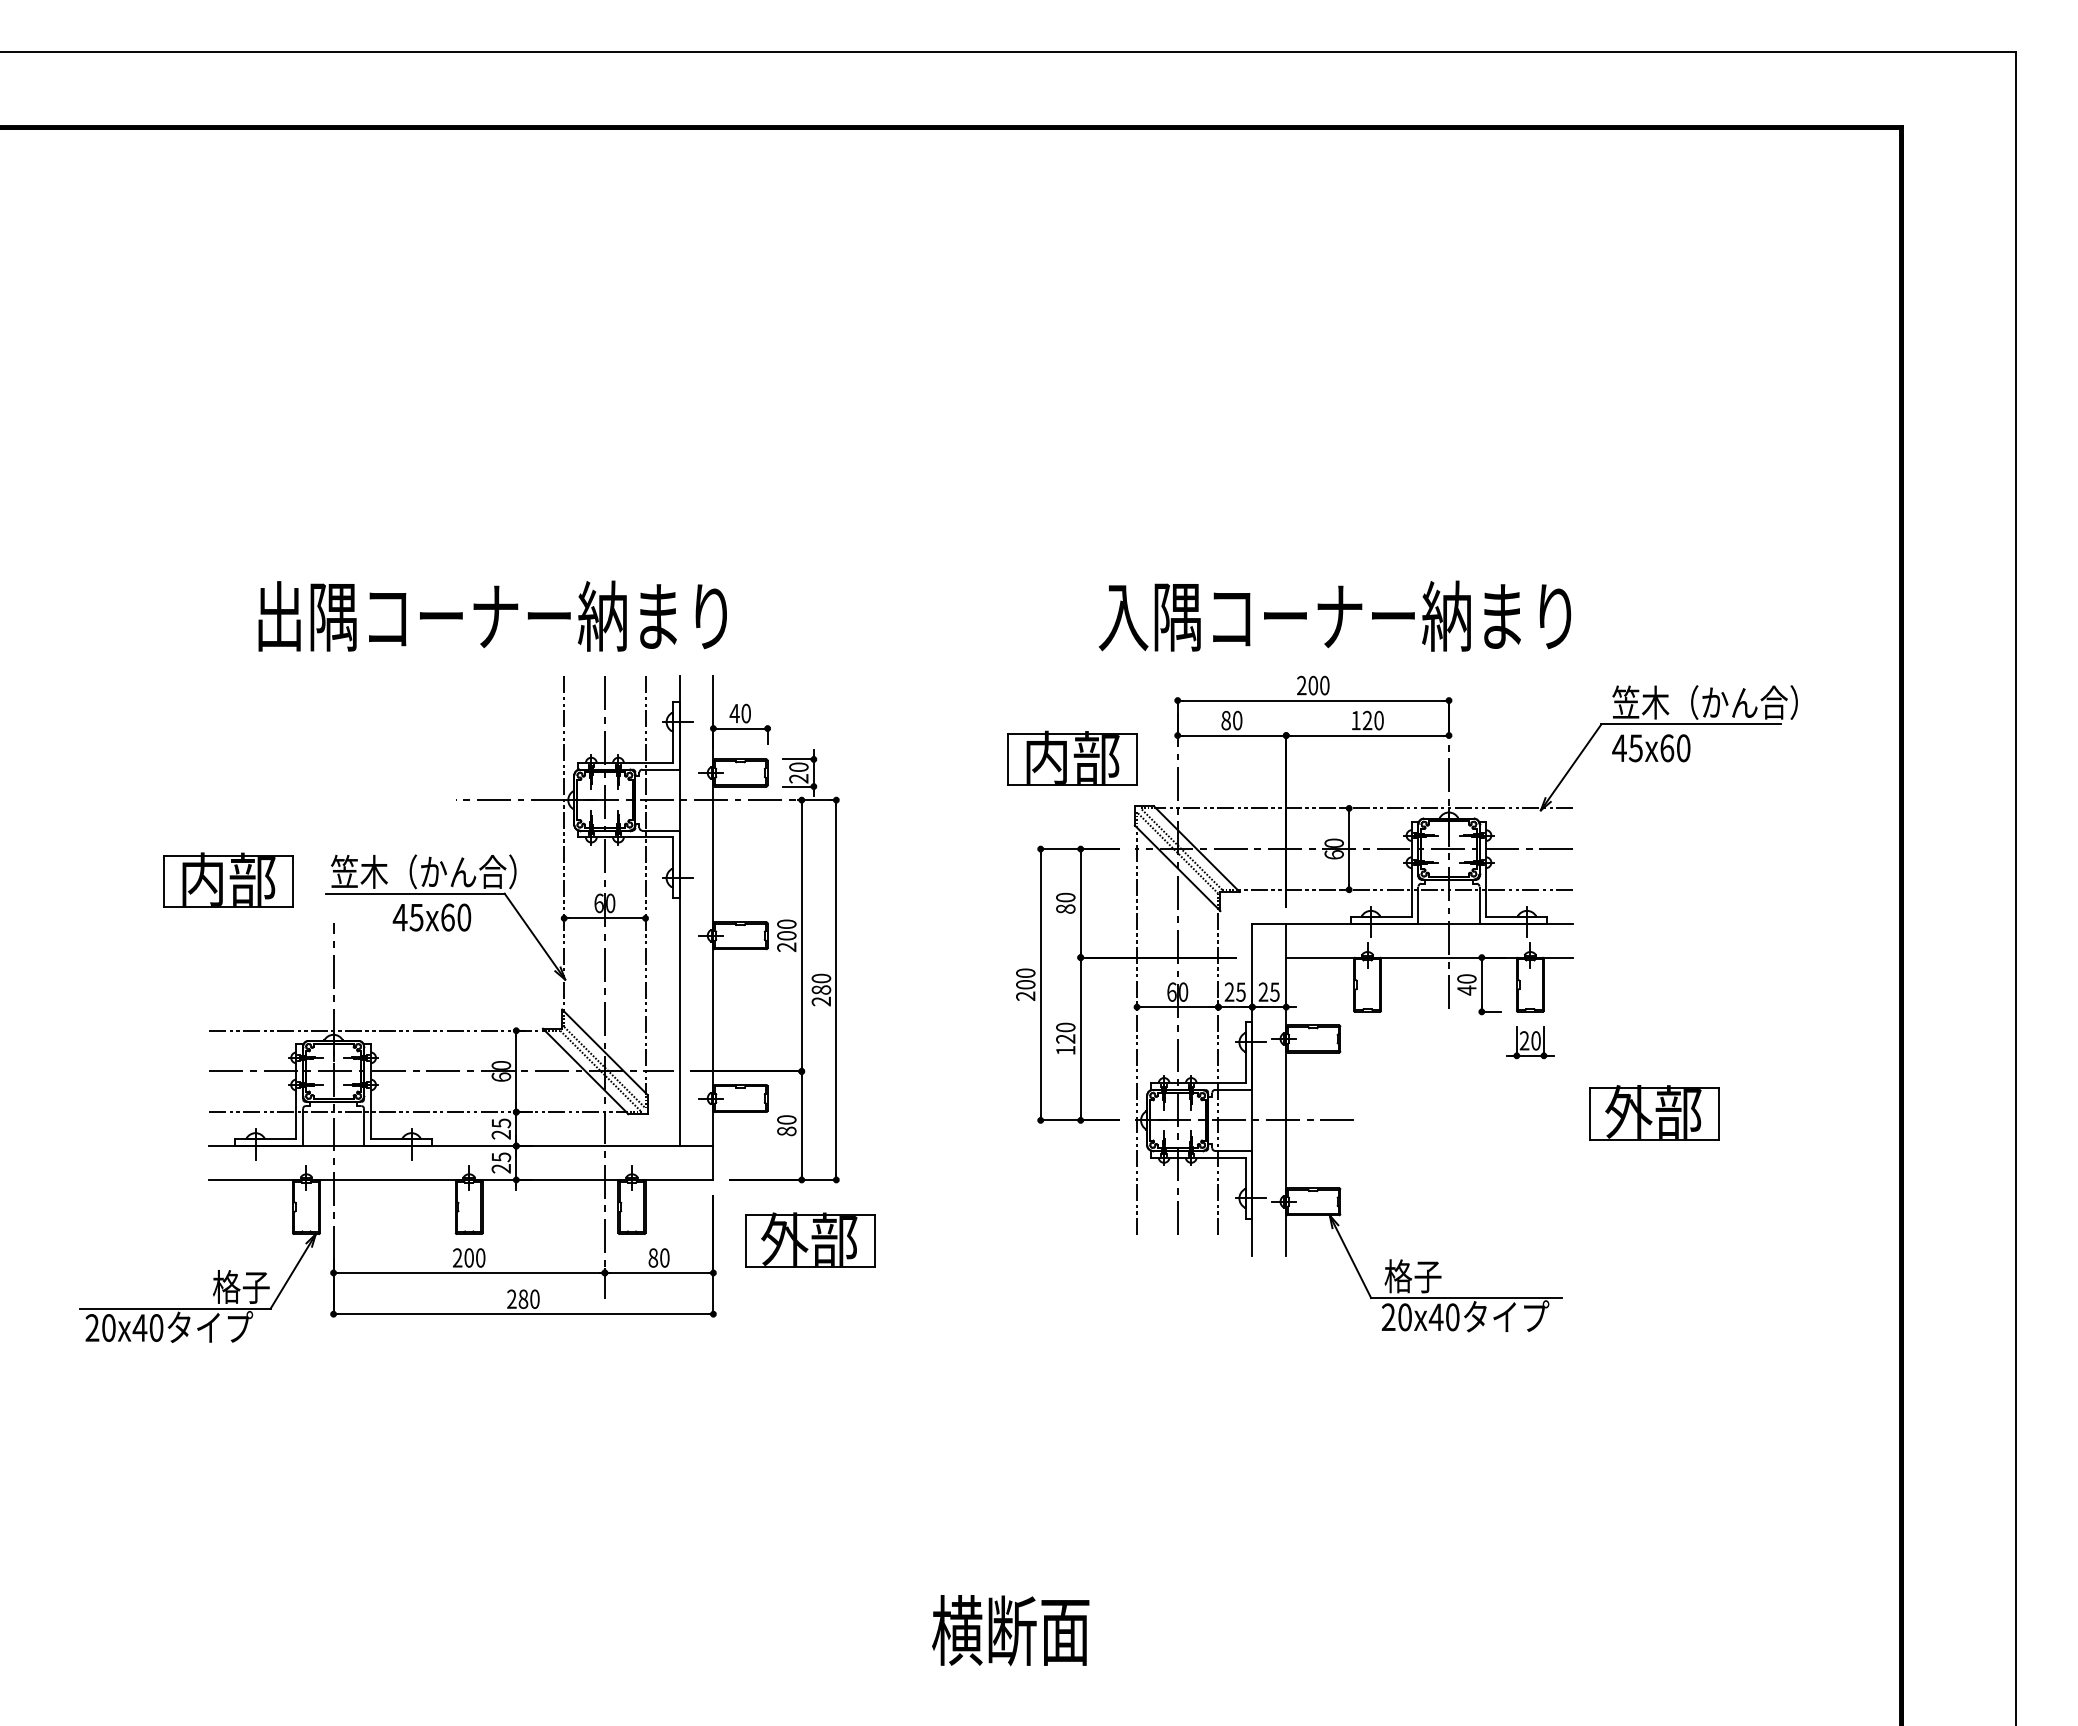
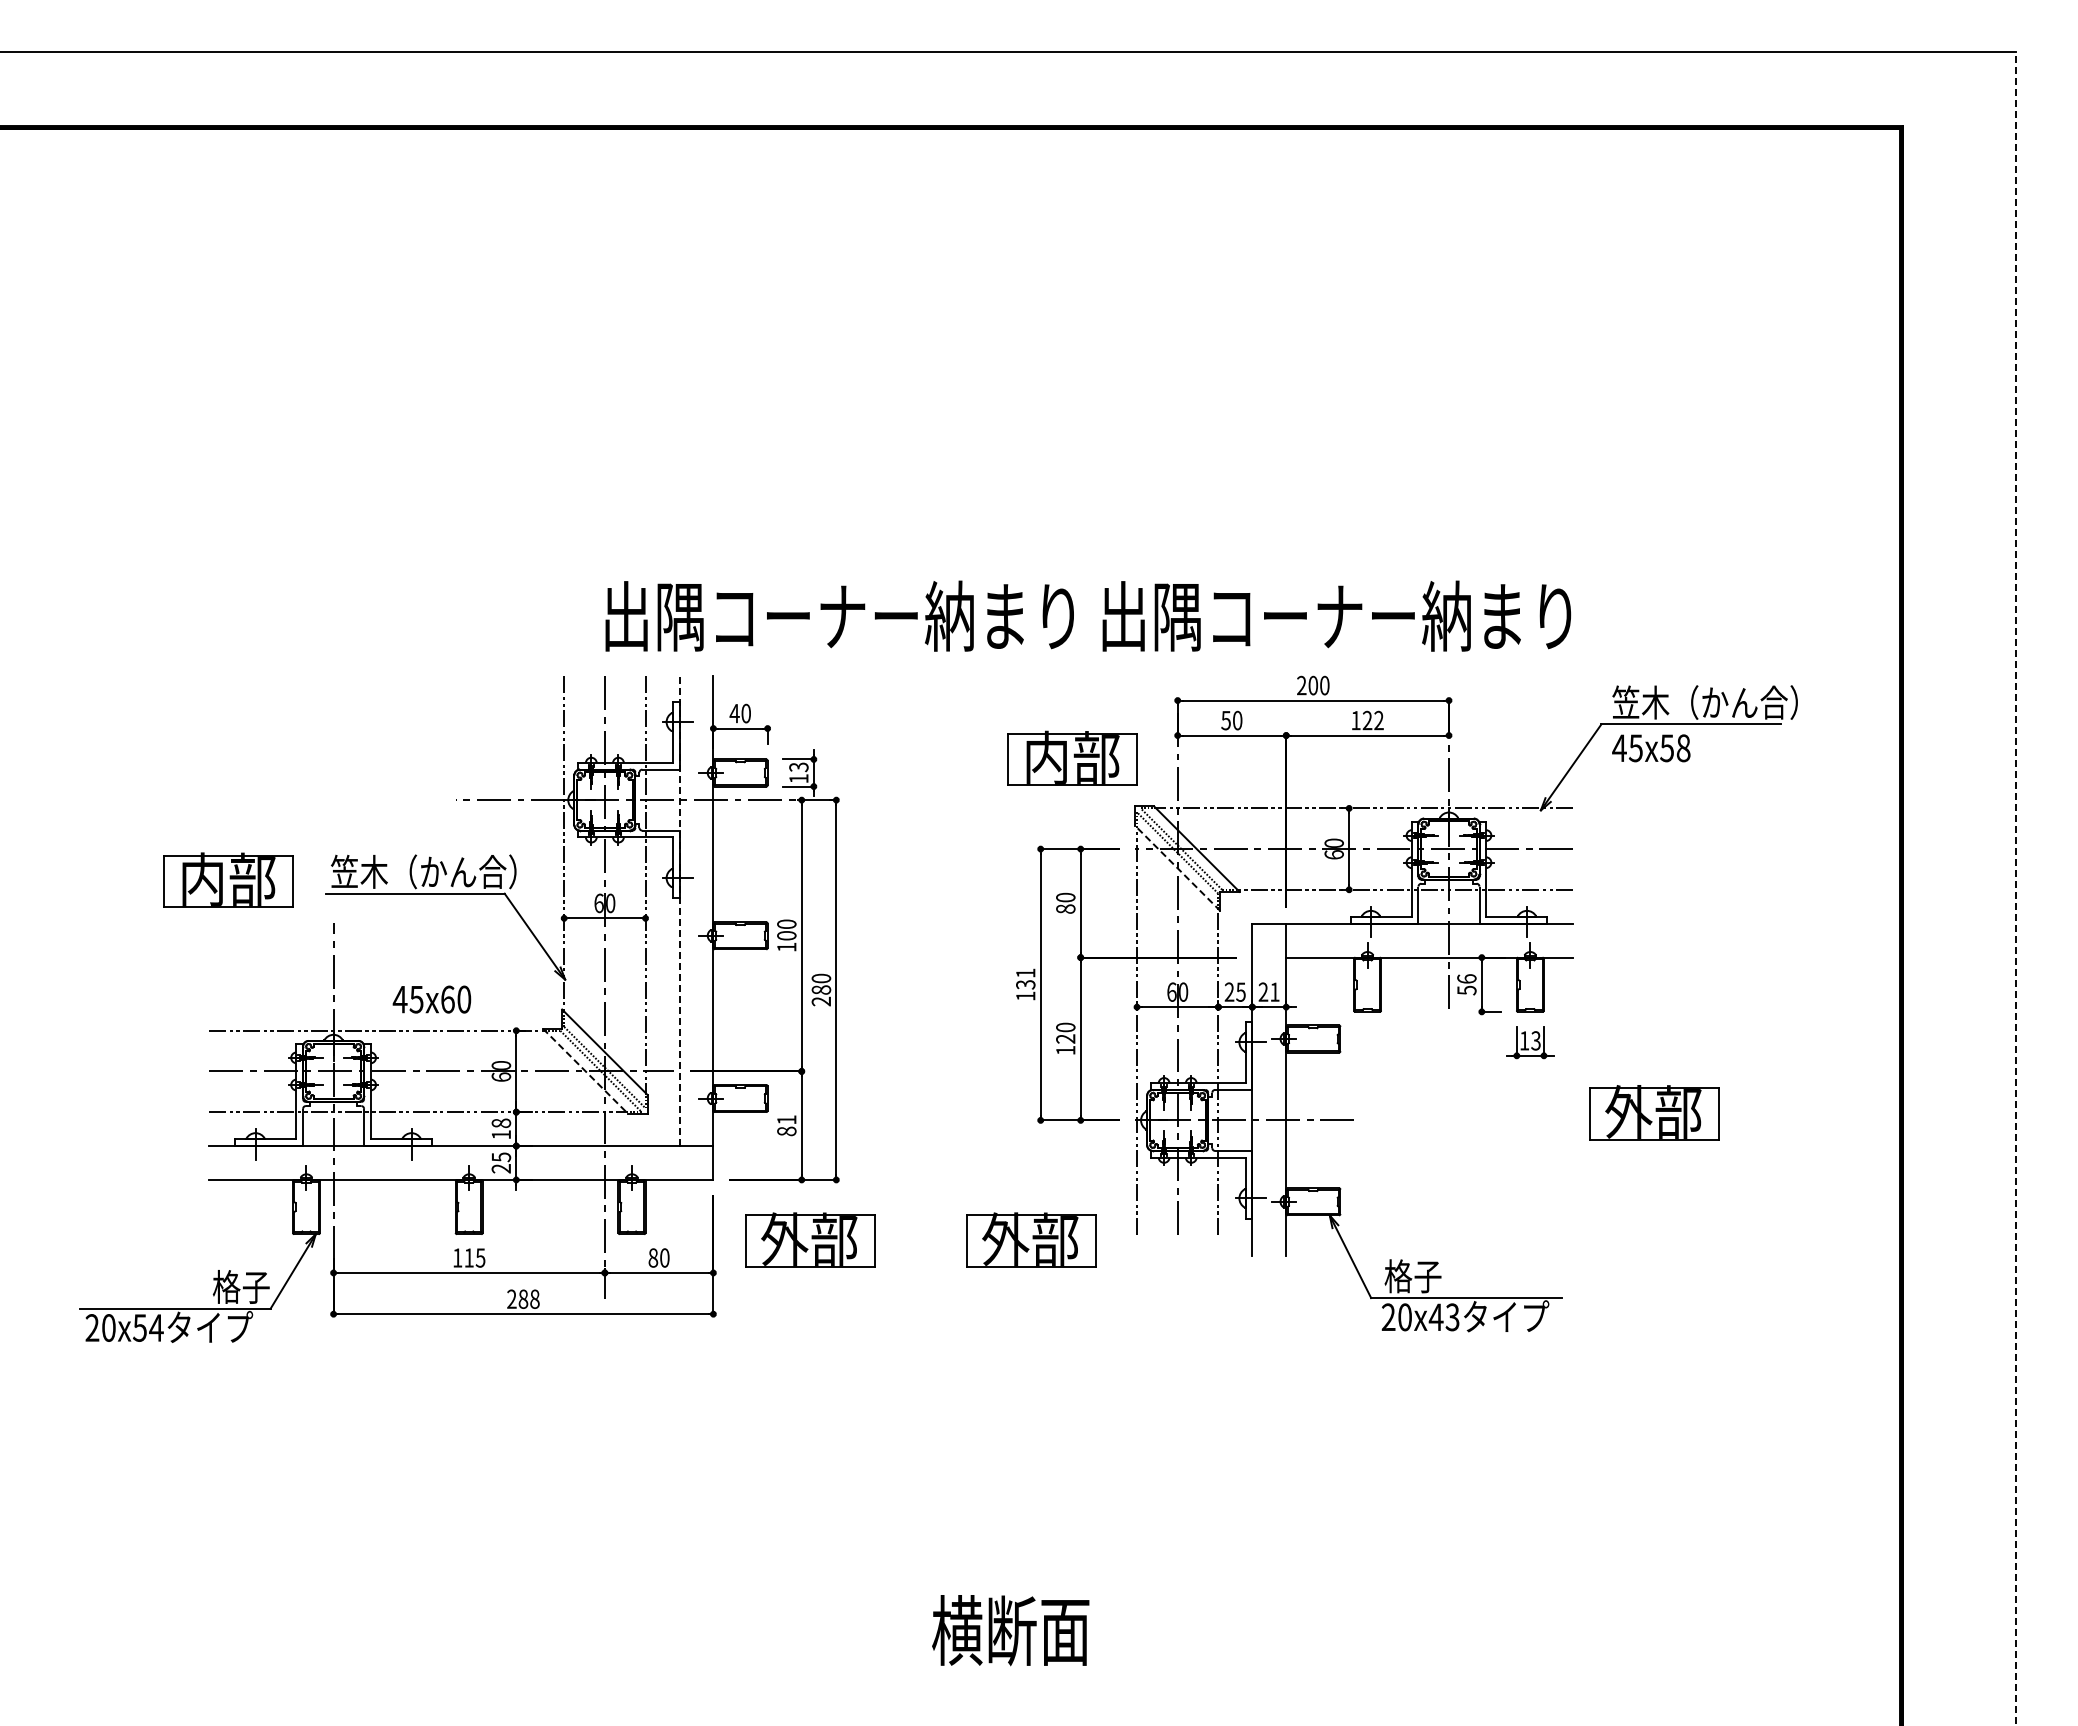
text at (492, 615) position: (492, 615) -> (839, 615)
text at (1123, 616): 入隅コーナー納まり -> 出隅コーナー納まり
text at (1225, 720): 80 -> 50
text at (1378, 720): 120 -> 122
text at (1675, 748): 45x60 -> 45x58
text at (798, 772): 20 -> 13
line at (1177, 867): solid -> dashed
line at (2015, 888): solid -> dashed
line at (679, 910): solid -> dashed
text at (431, 917) position: (431, 917) -> (431, 999)
text at (786, 947): 200 -> 100
text at (1025, 984): 200 -> 131
text at (1466, 984): 40 -> 56
text at (1274, 991): 25 -> 21
text at (1529, 1040): 20 -> 13
line at (586, 1071): solid -> dashed
text at (786, 1119): 80 -> 81
text at (500, 1128): 25 -> 18
part at (1031, 1239): none -> present
text at (469, 1257): 200 -> 115
text at (534, 1299): 280 -> 288
text at (1452, 1317): 20x40 -> 20x43
text at (147, 1327): 20x40 -> 20x54
